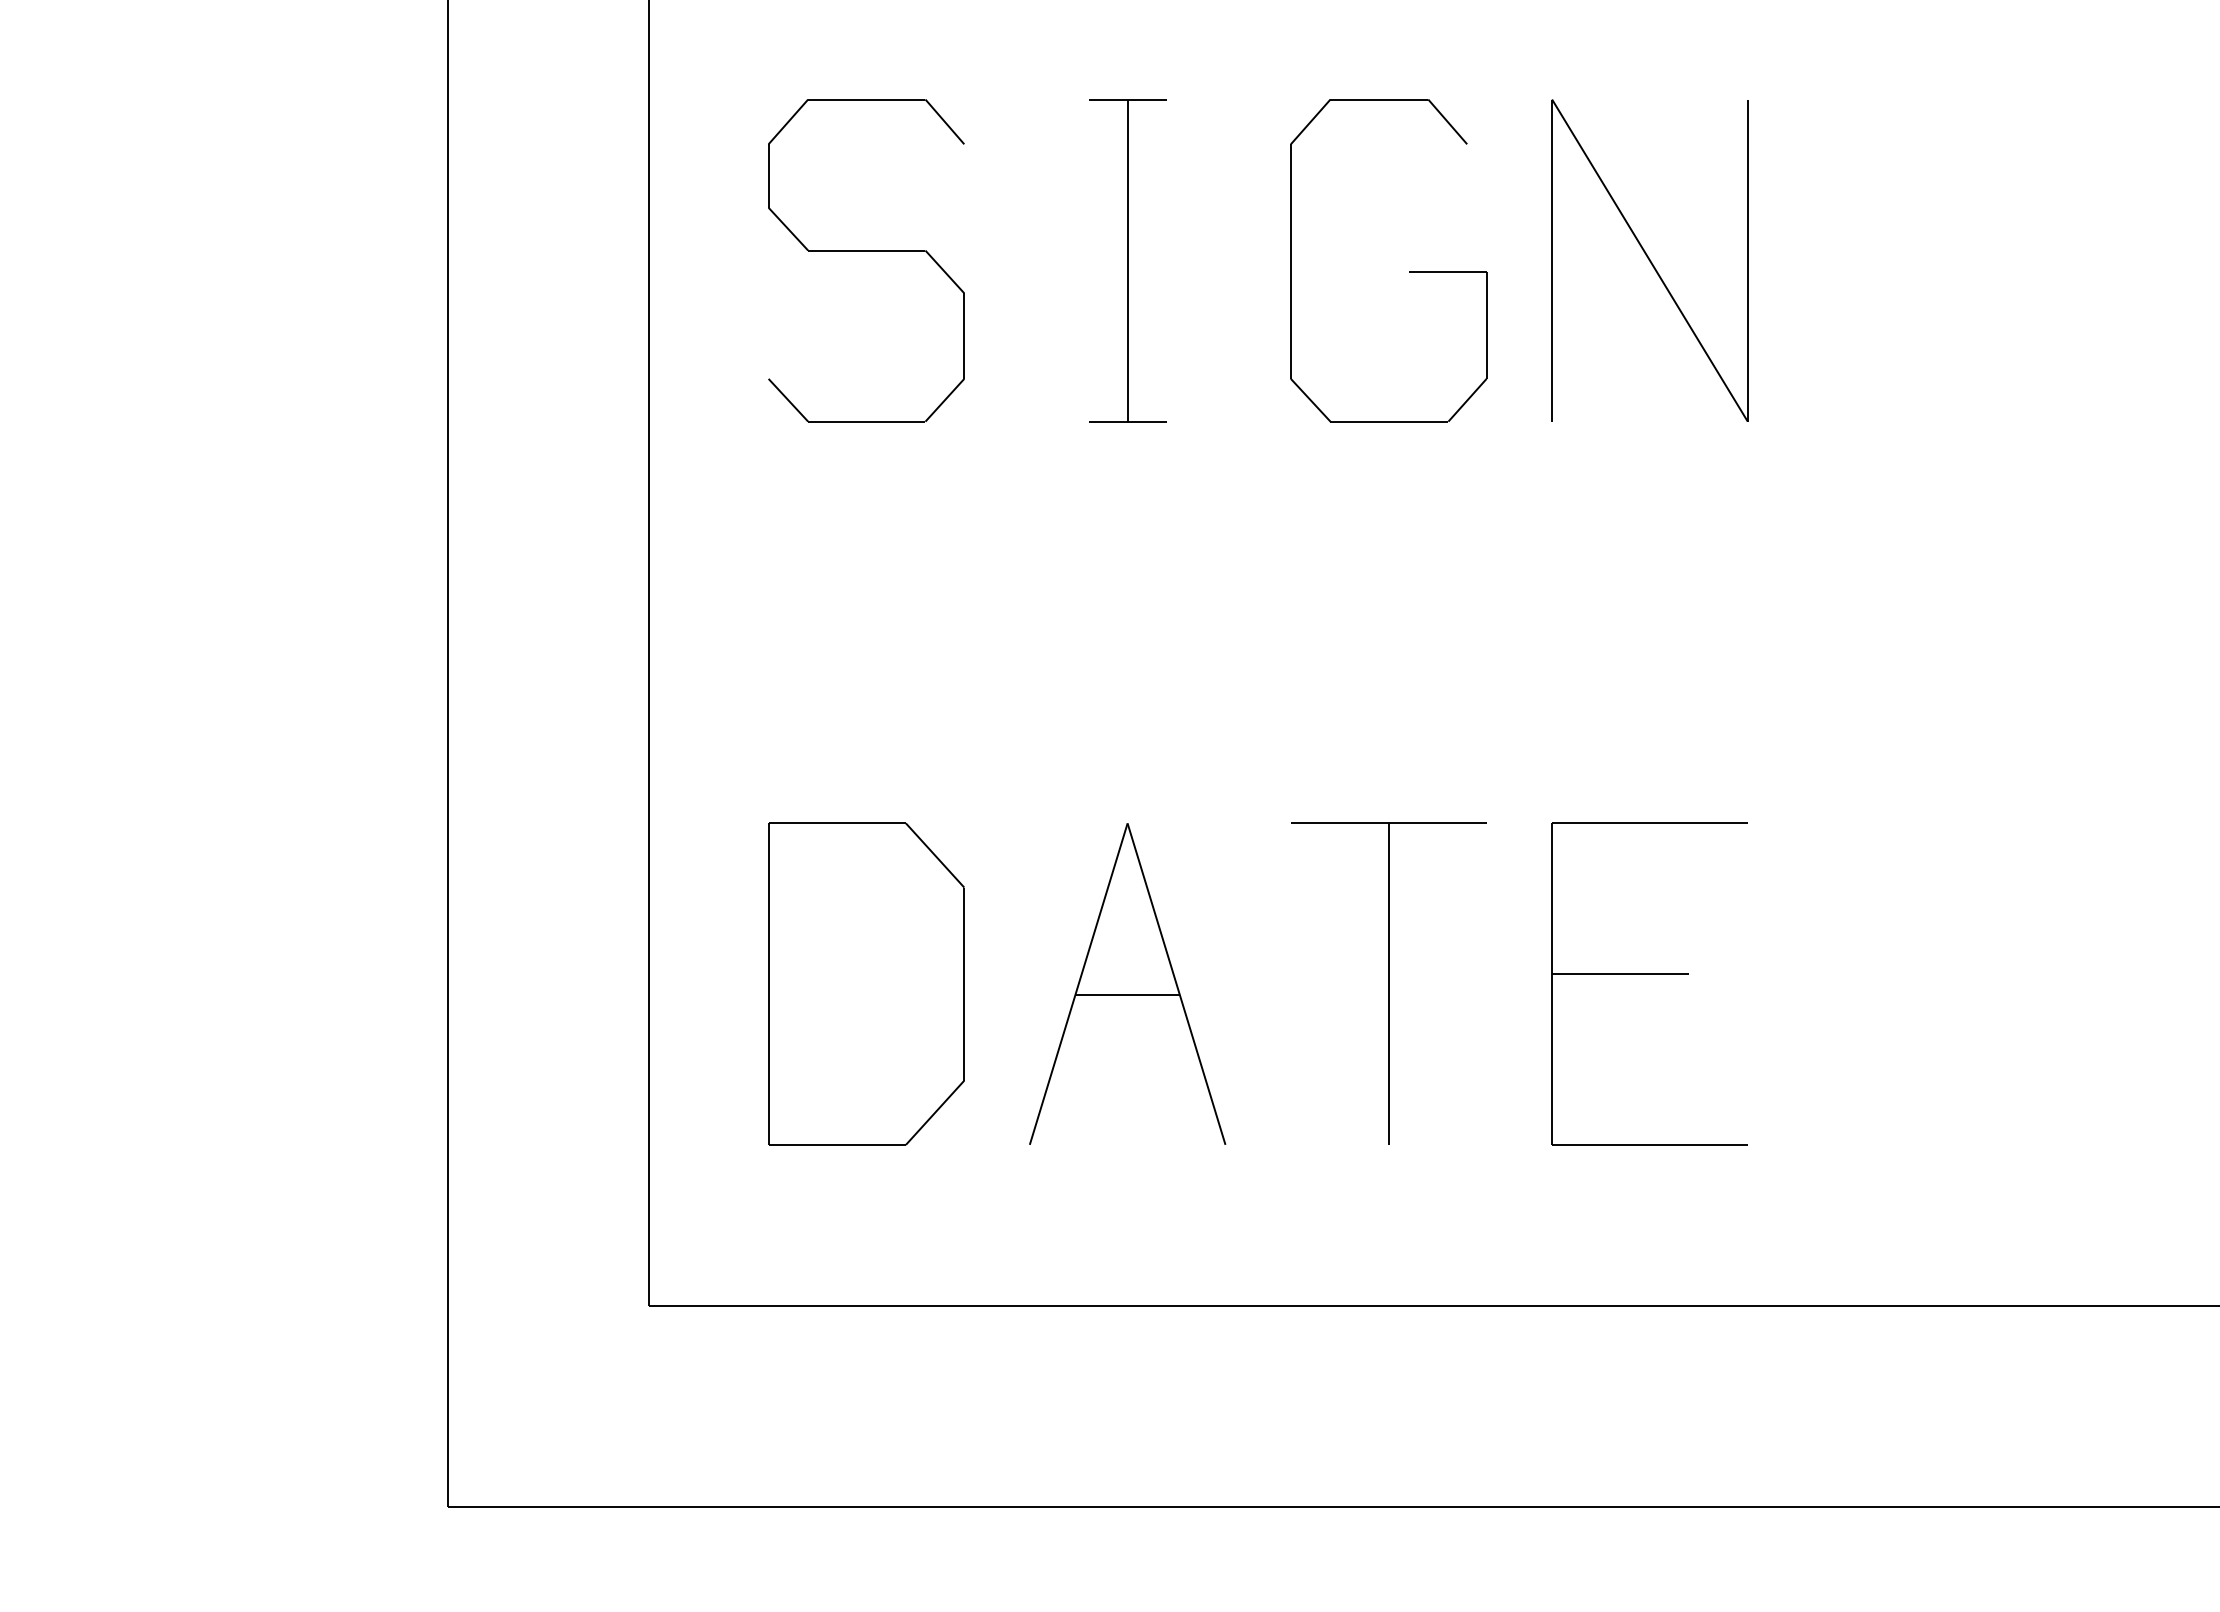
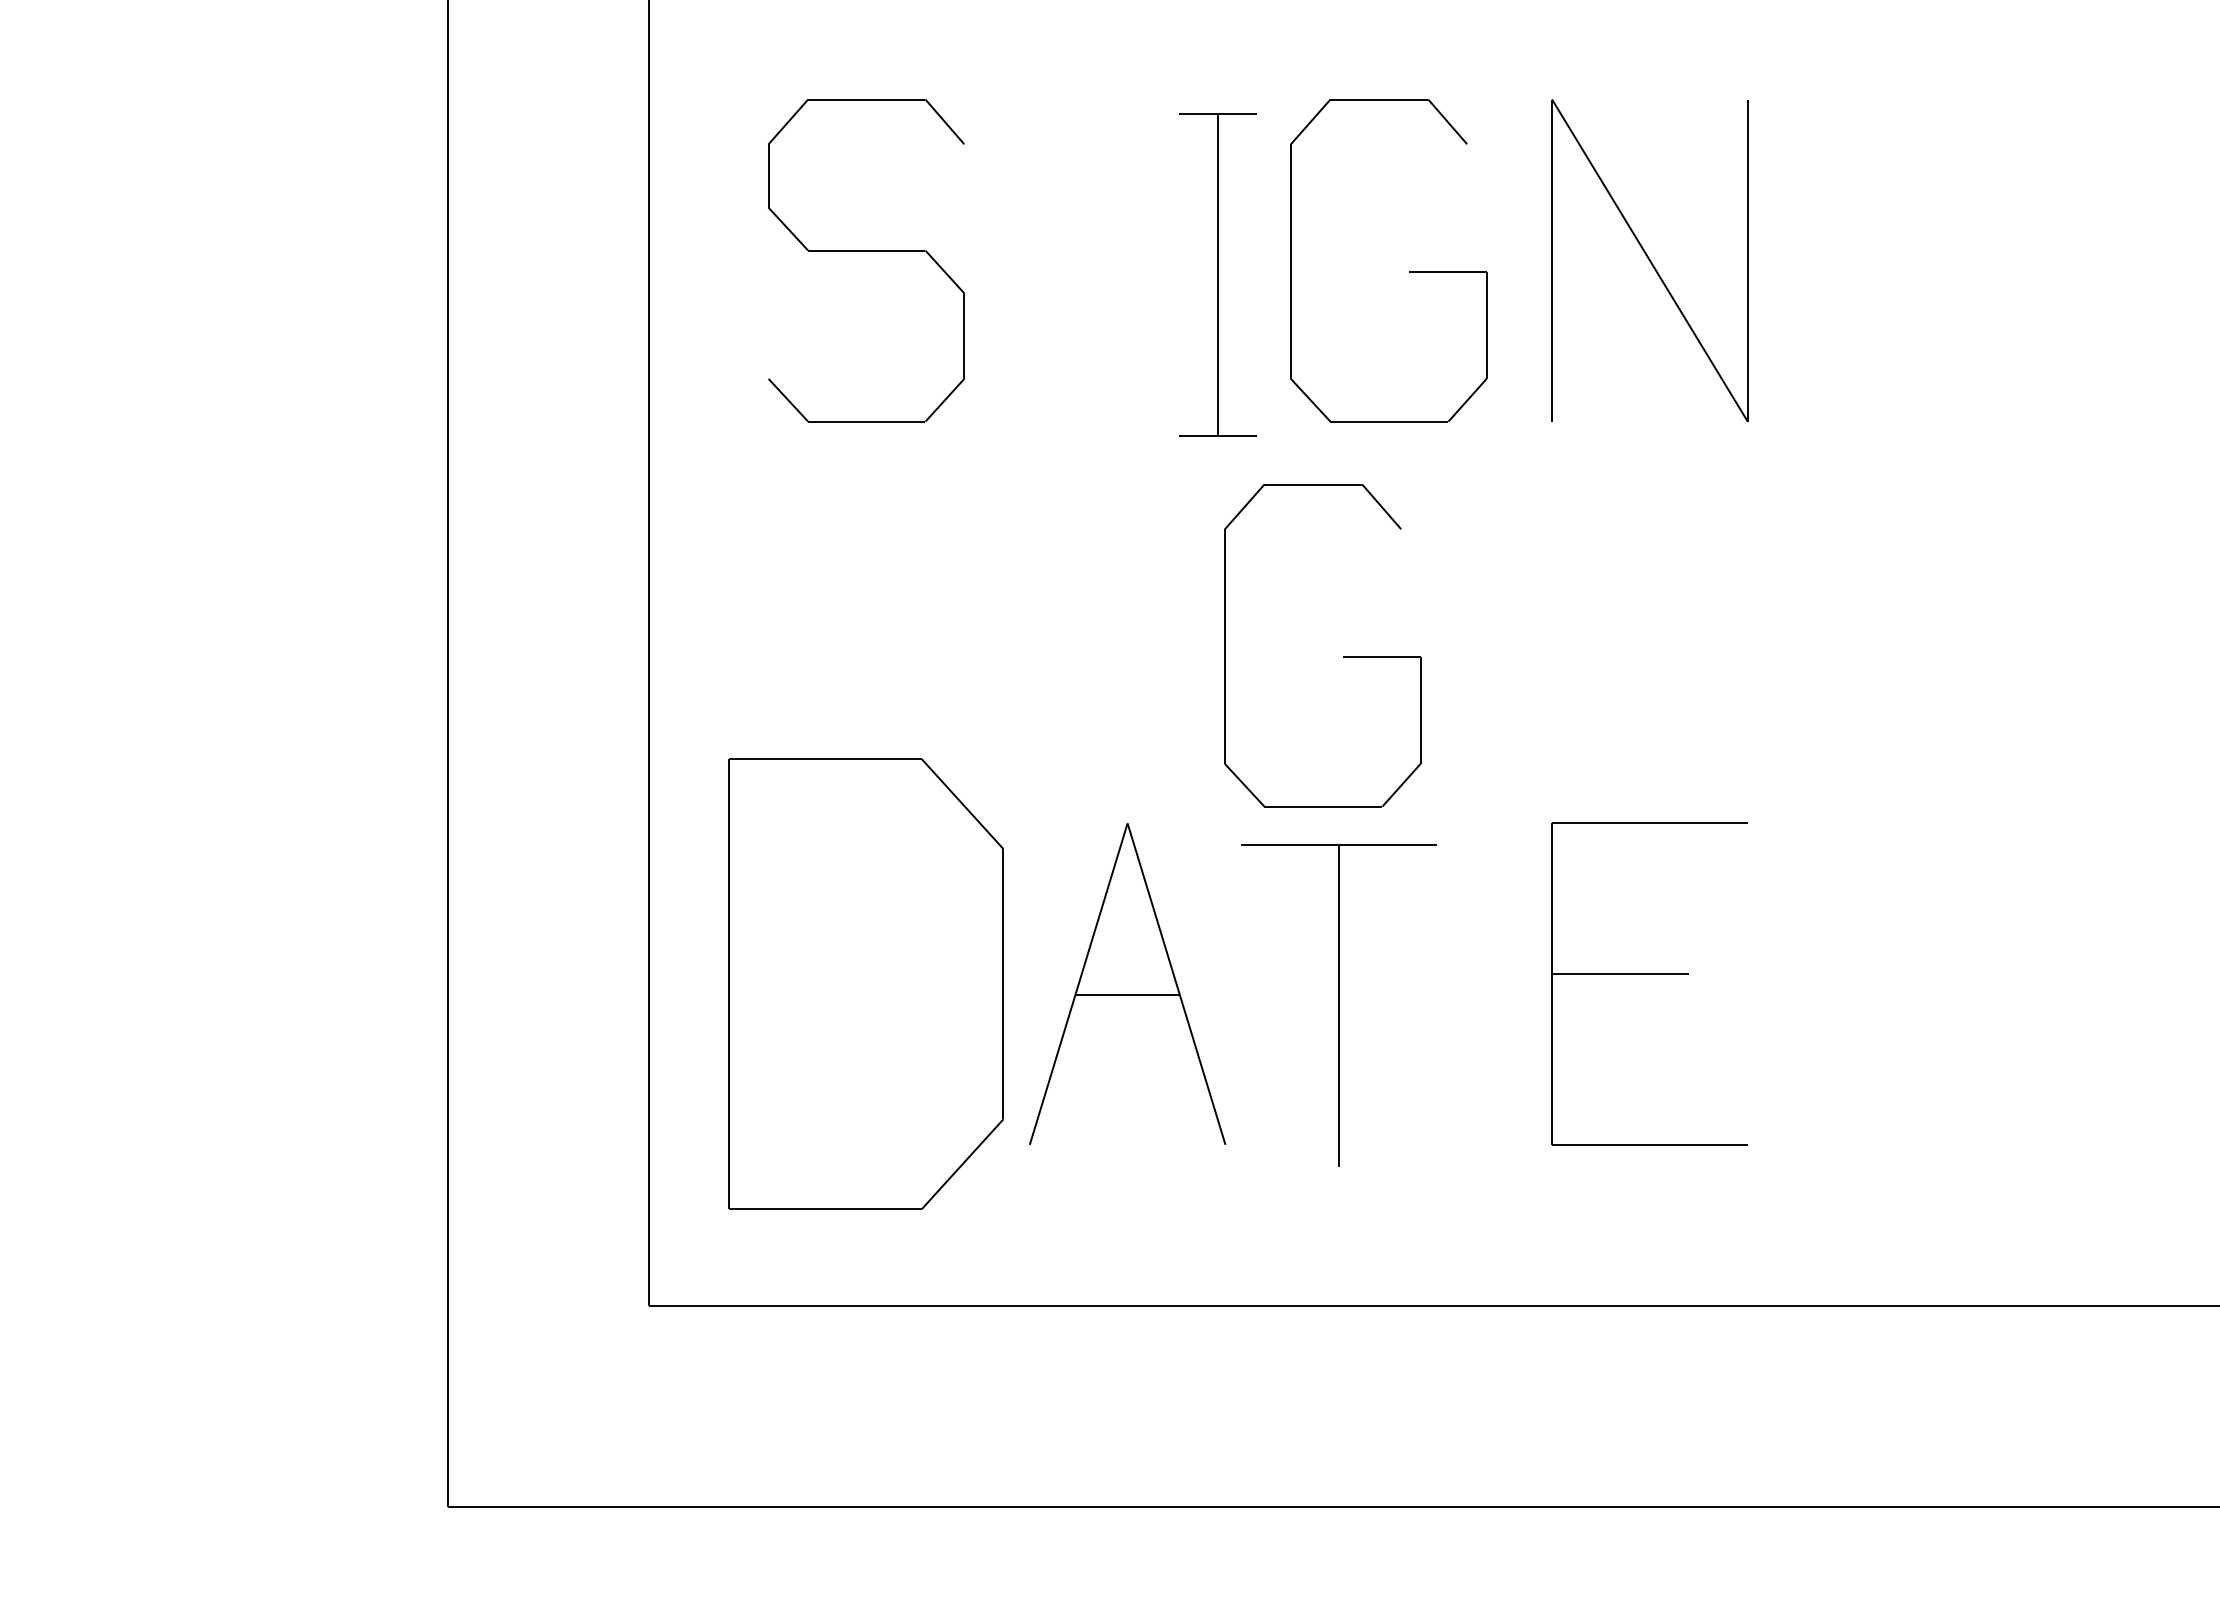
part at (1127, 260) position: (1127, 260) -> (1217, 274)
part at (1343, 656): none -> present
part at (866, 983) size: 197x324 px -> 276x452 px
part at (1388, 983) position: (1388, 983) -> (1338, 1005)
